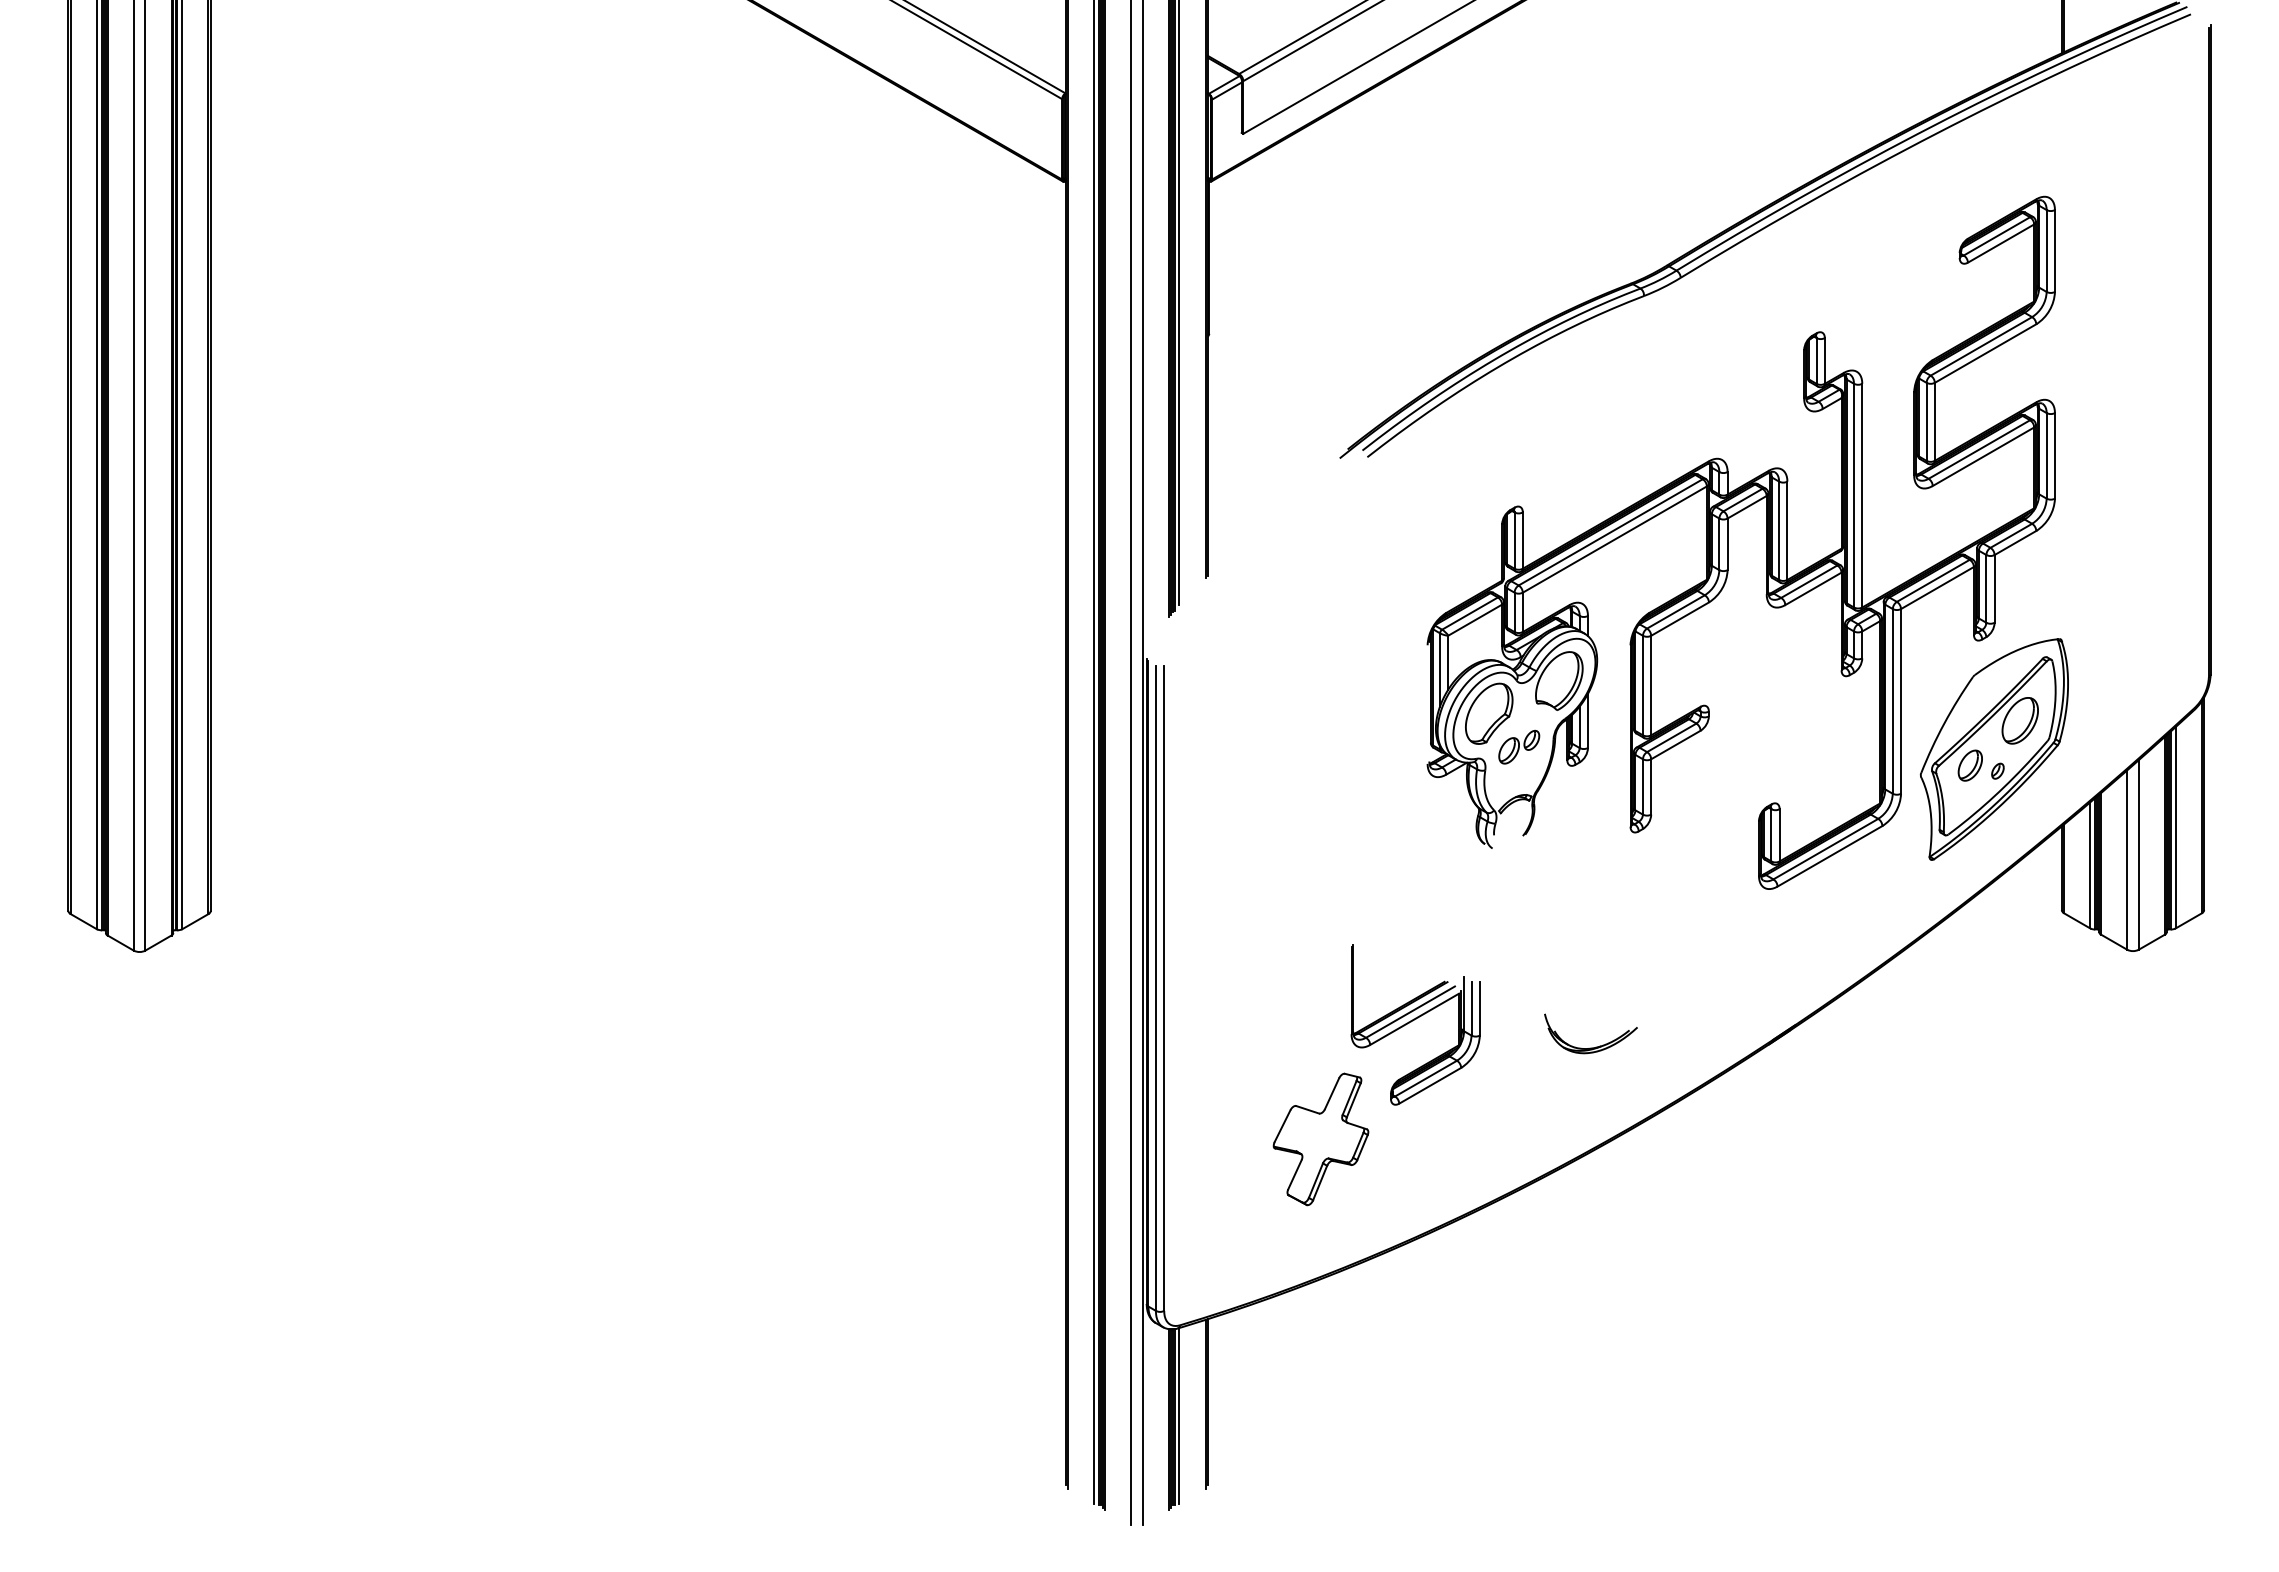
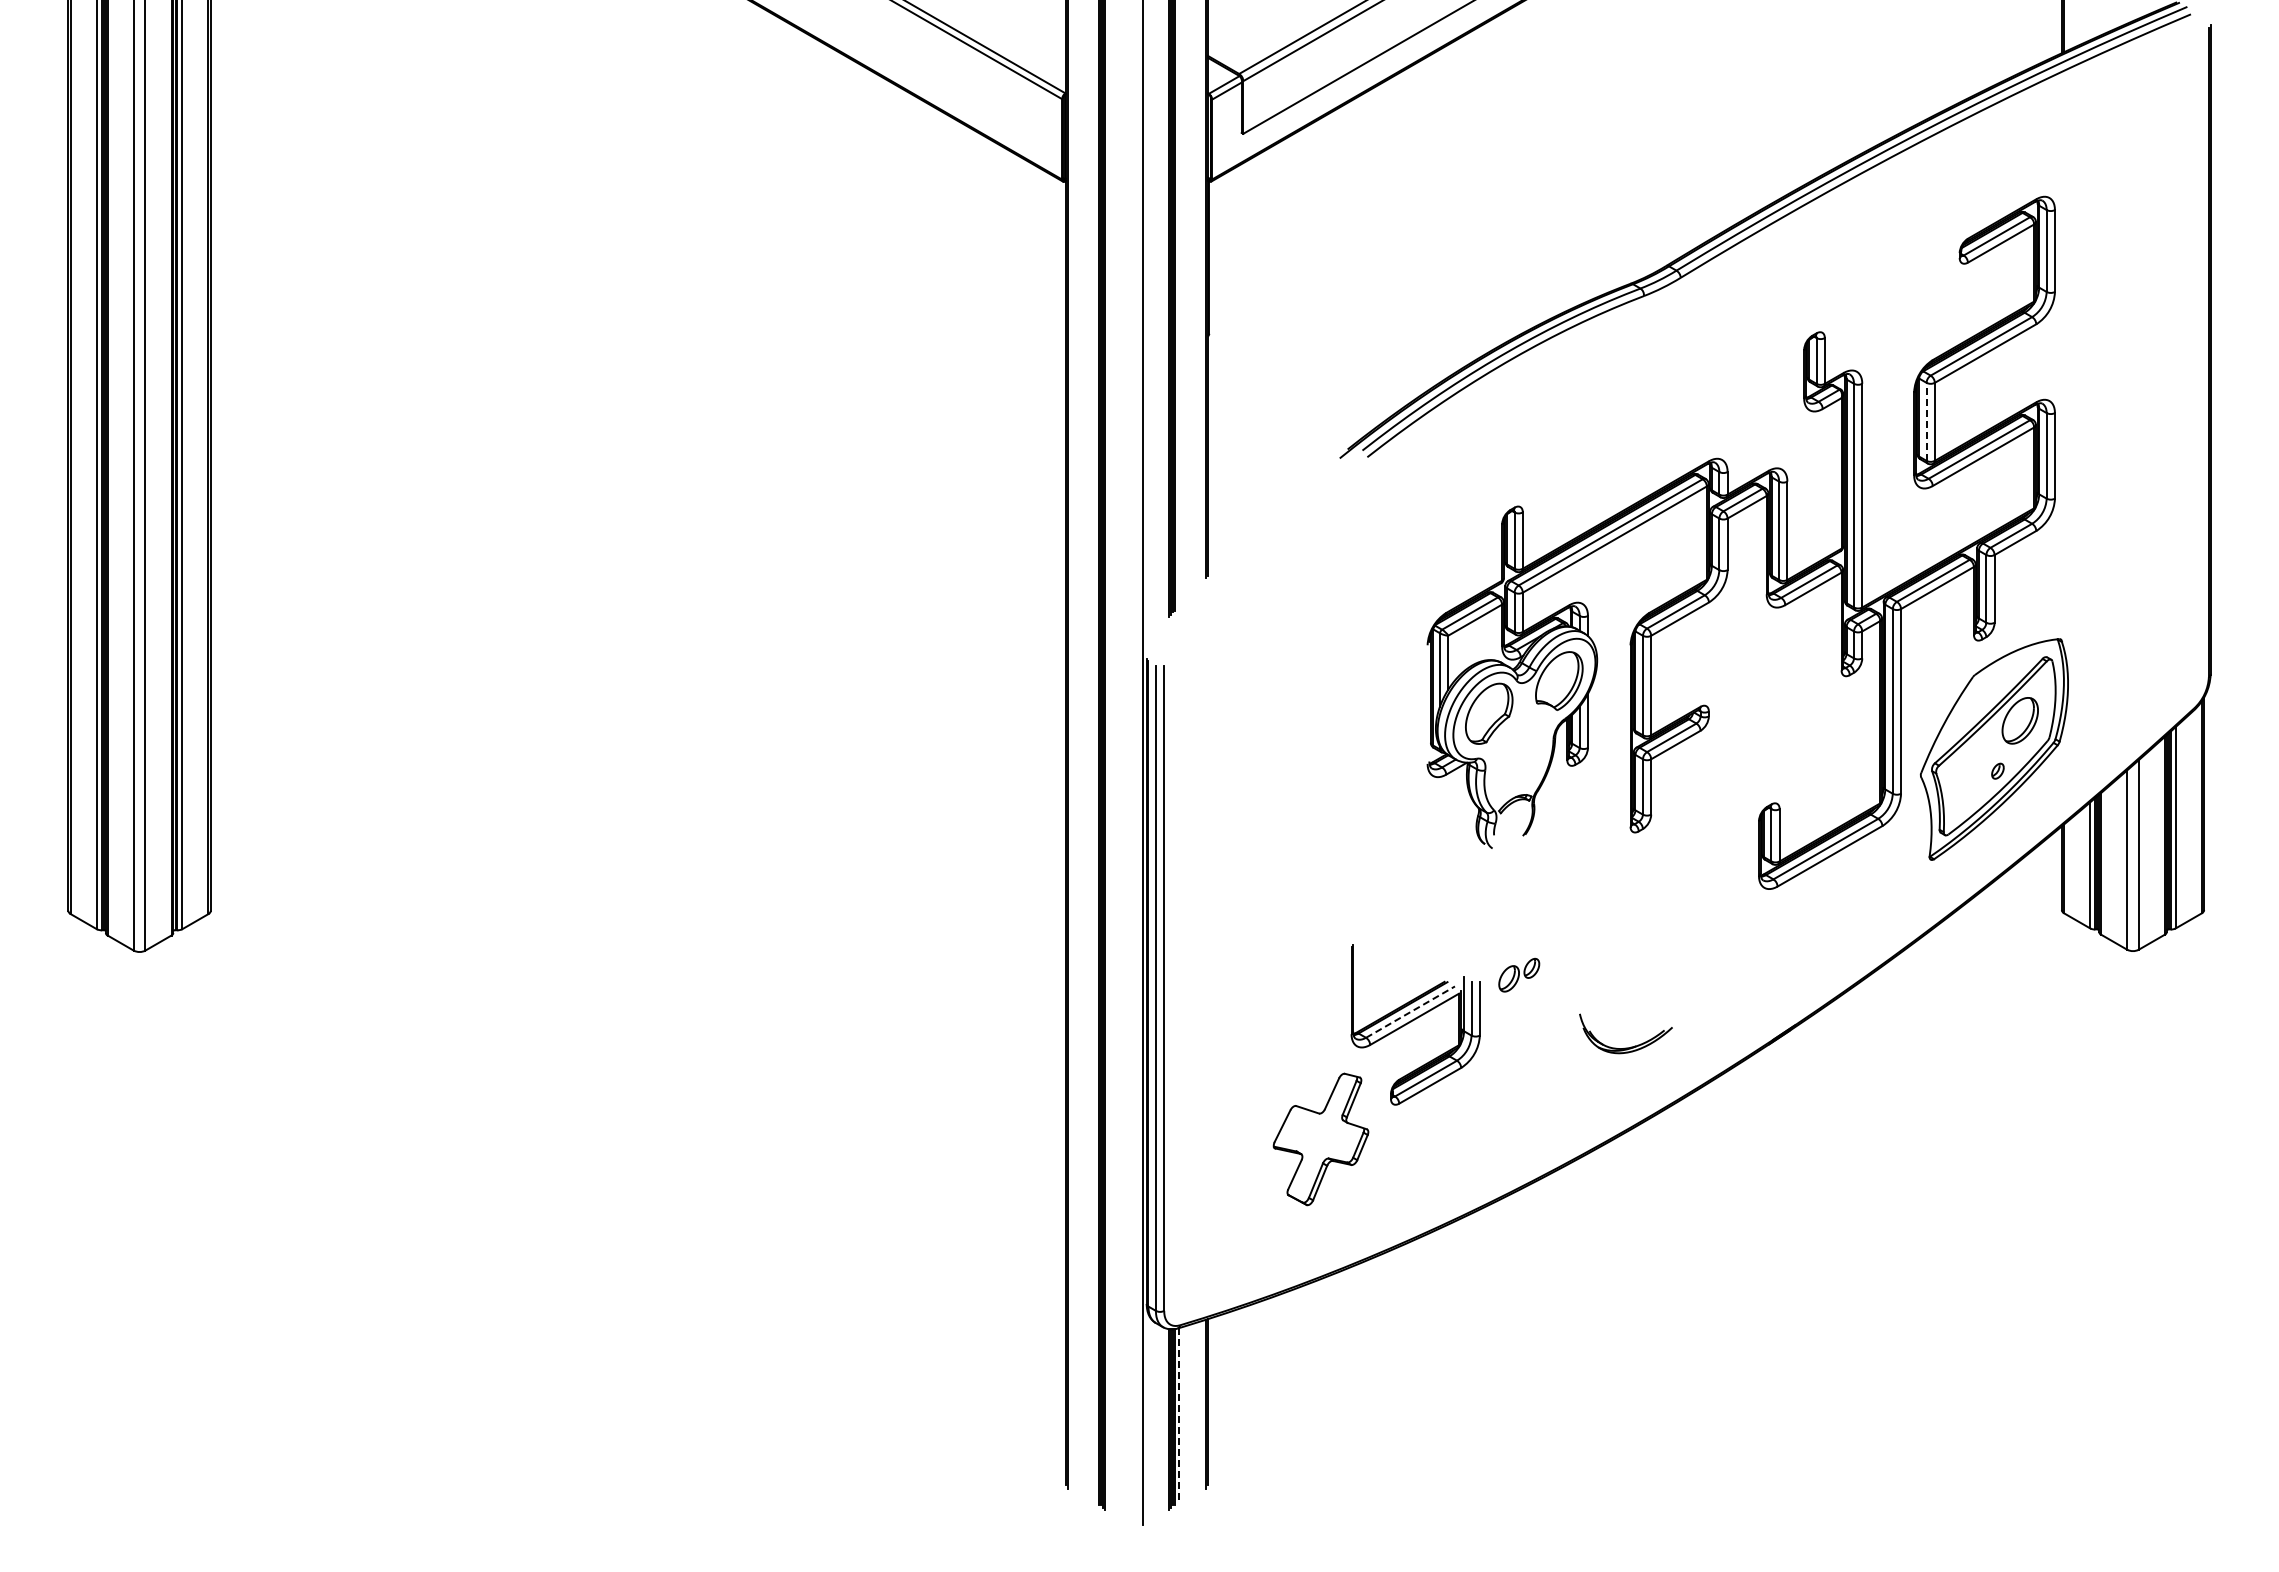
line at (1179, 303): present -> none
line at (1926, 421): solid -> dashed
part at (1519, 746) position: (1519, 746) -> (1519, 974)
line at (1094, 752): present -> none
line at (1131, 763): present -> none
part at (1969, 765): present -> none
line at (1410, 1011): solid -> dashed
part at (1590, 1047) position: (1590, 1047) -> (1625, 1047)
line at (1179, 1415): solid -> dashed
